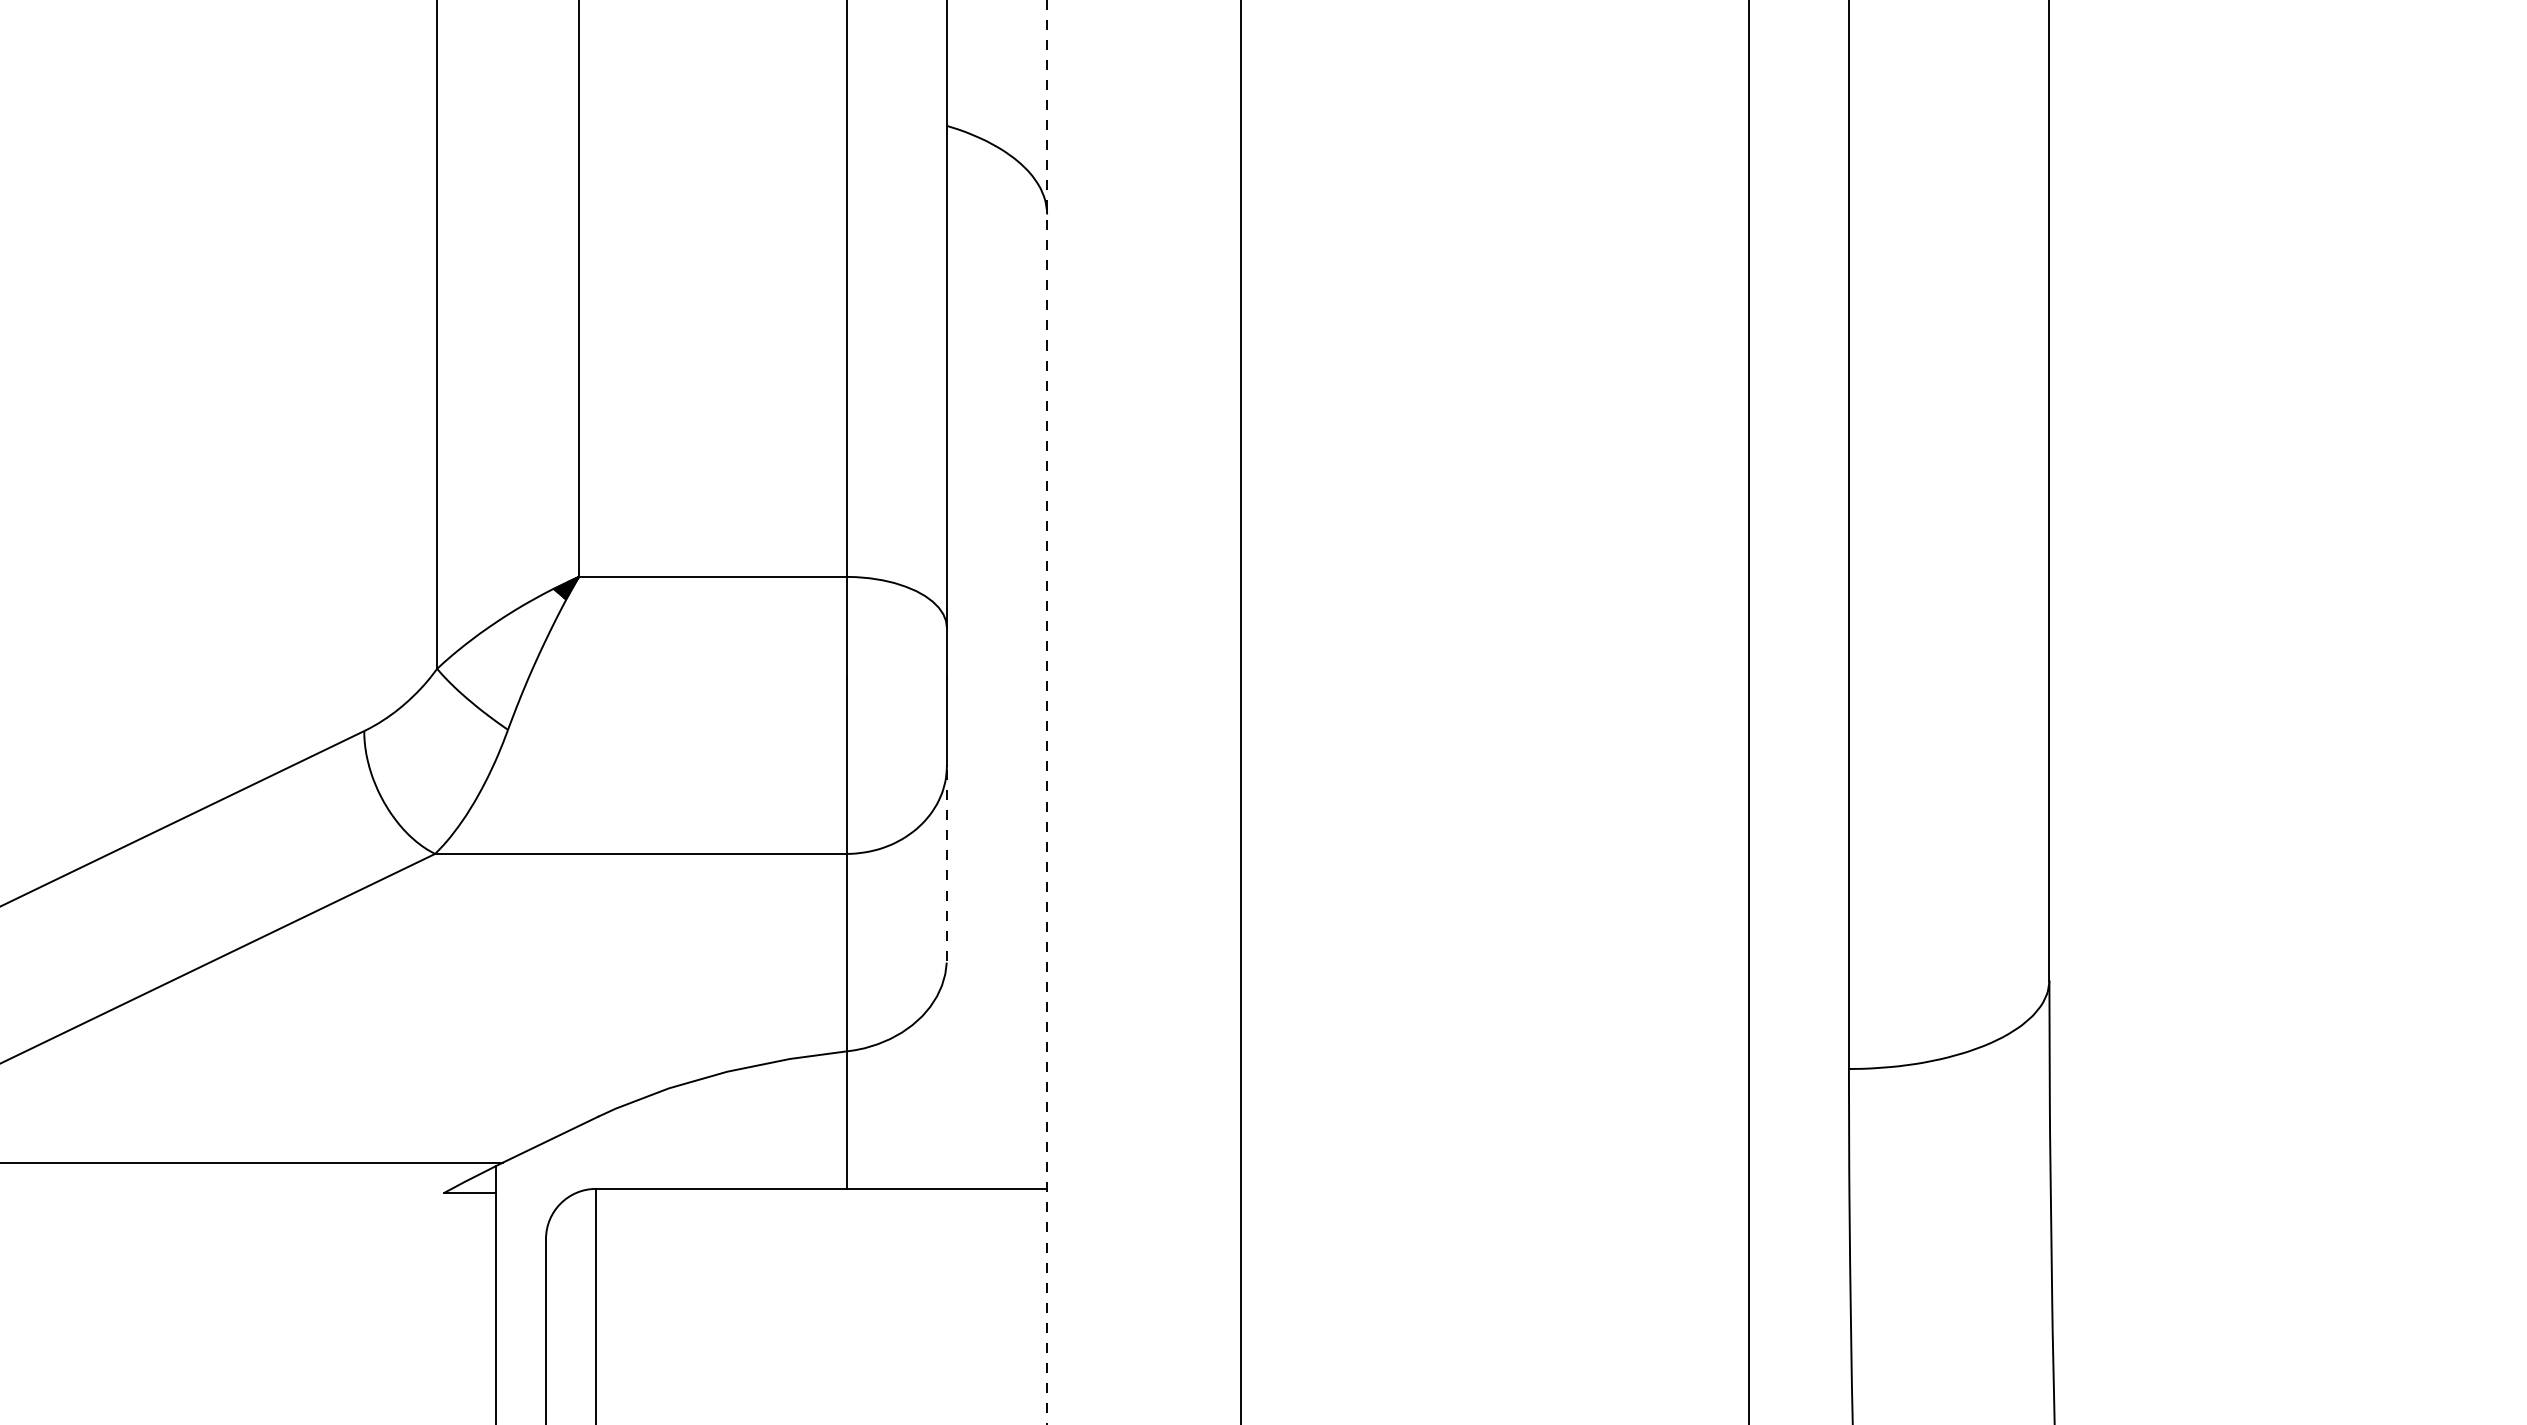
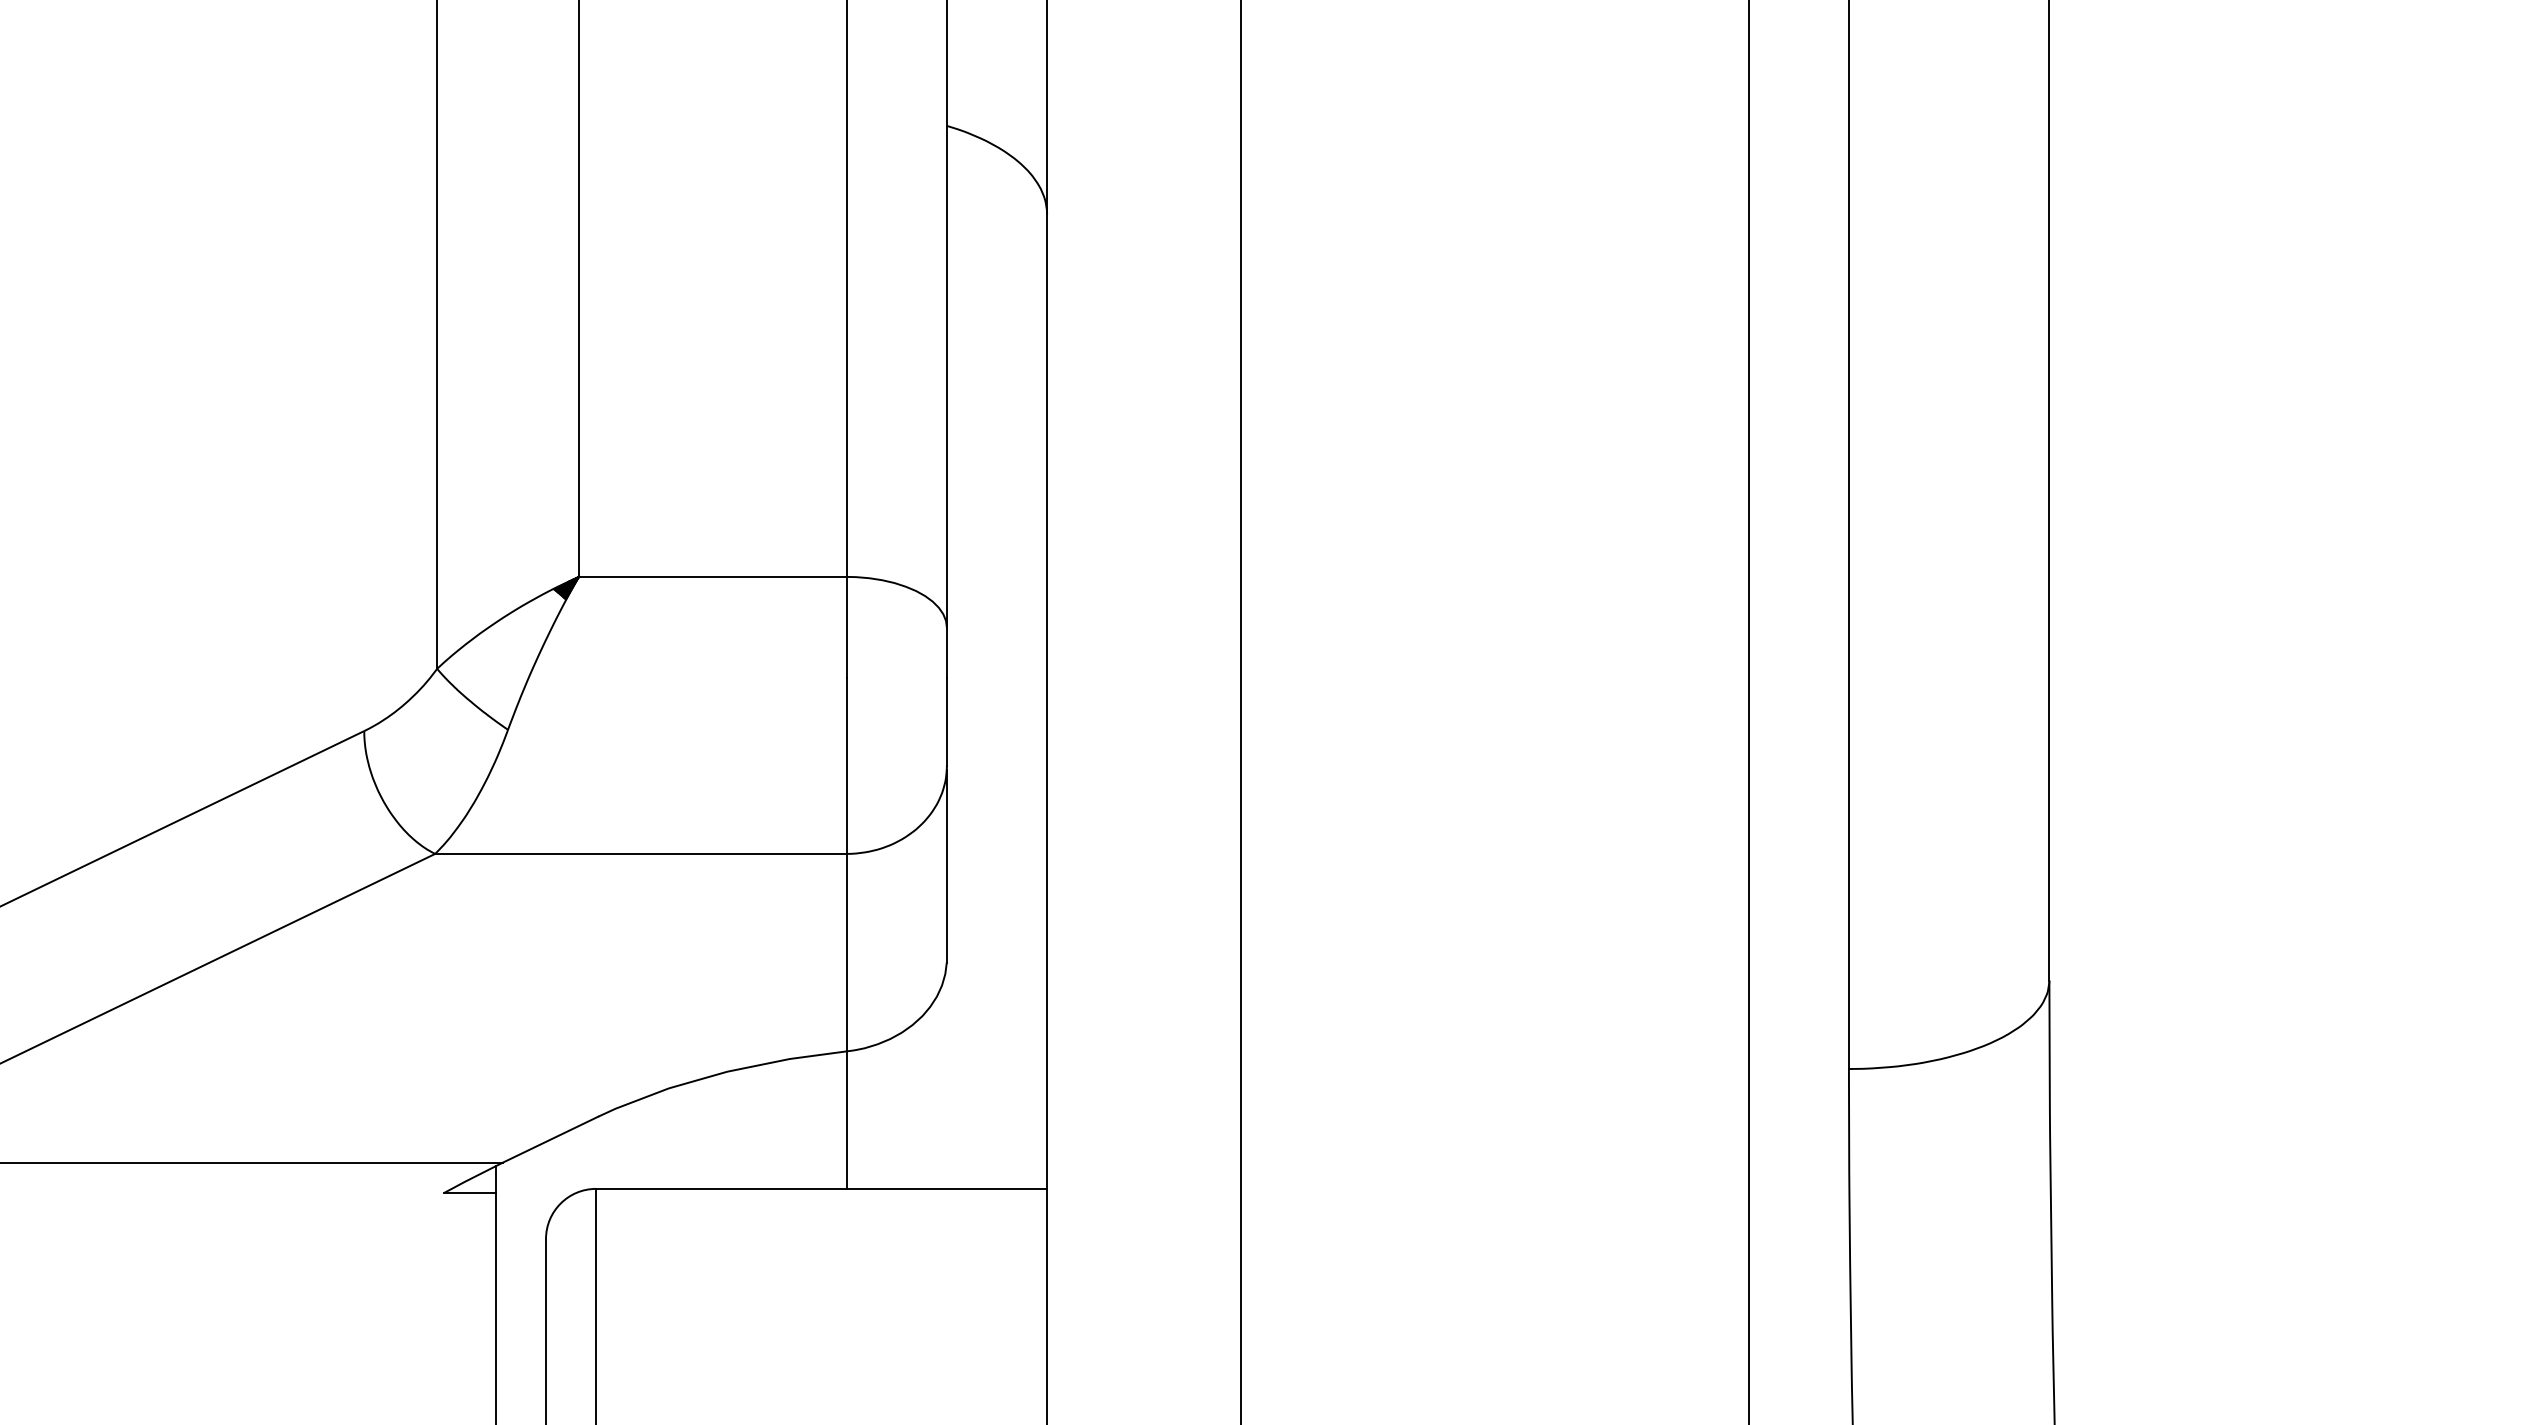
line at (1047, 712): dashed -> solid
line at (946, 866): dashed -> solid
